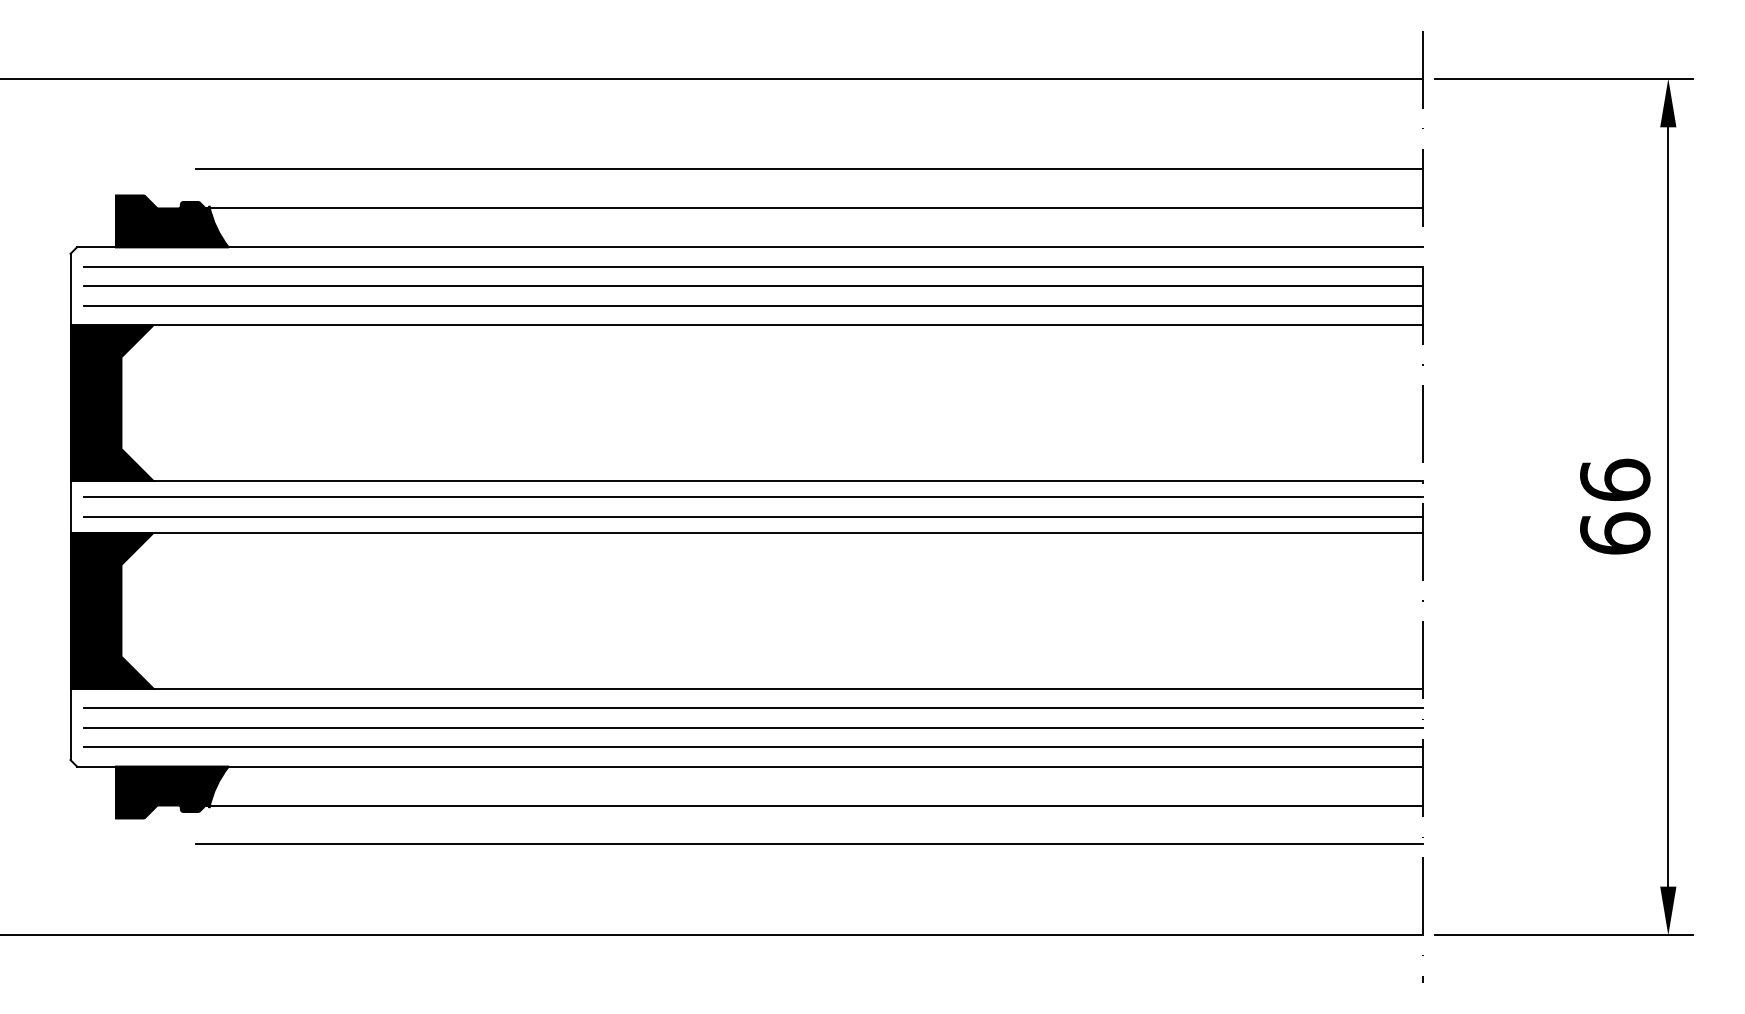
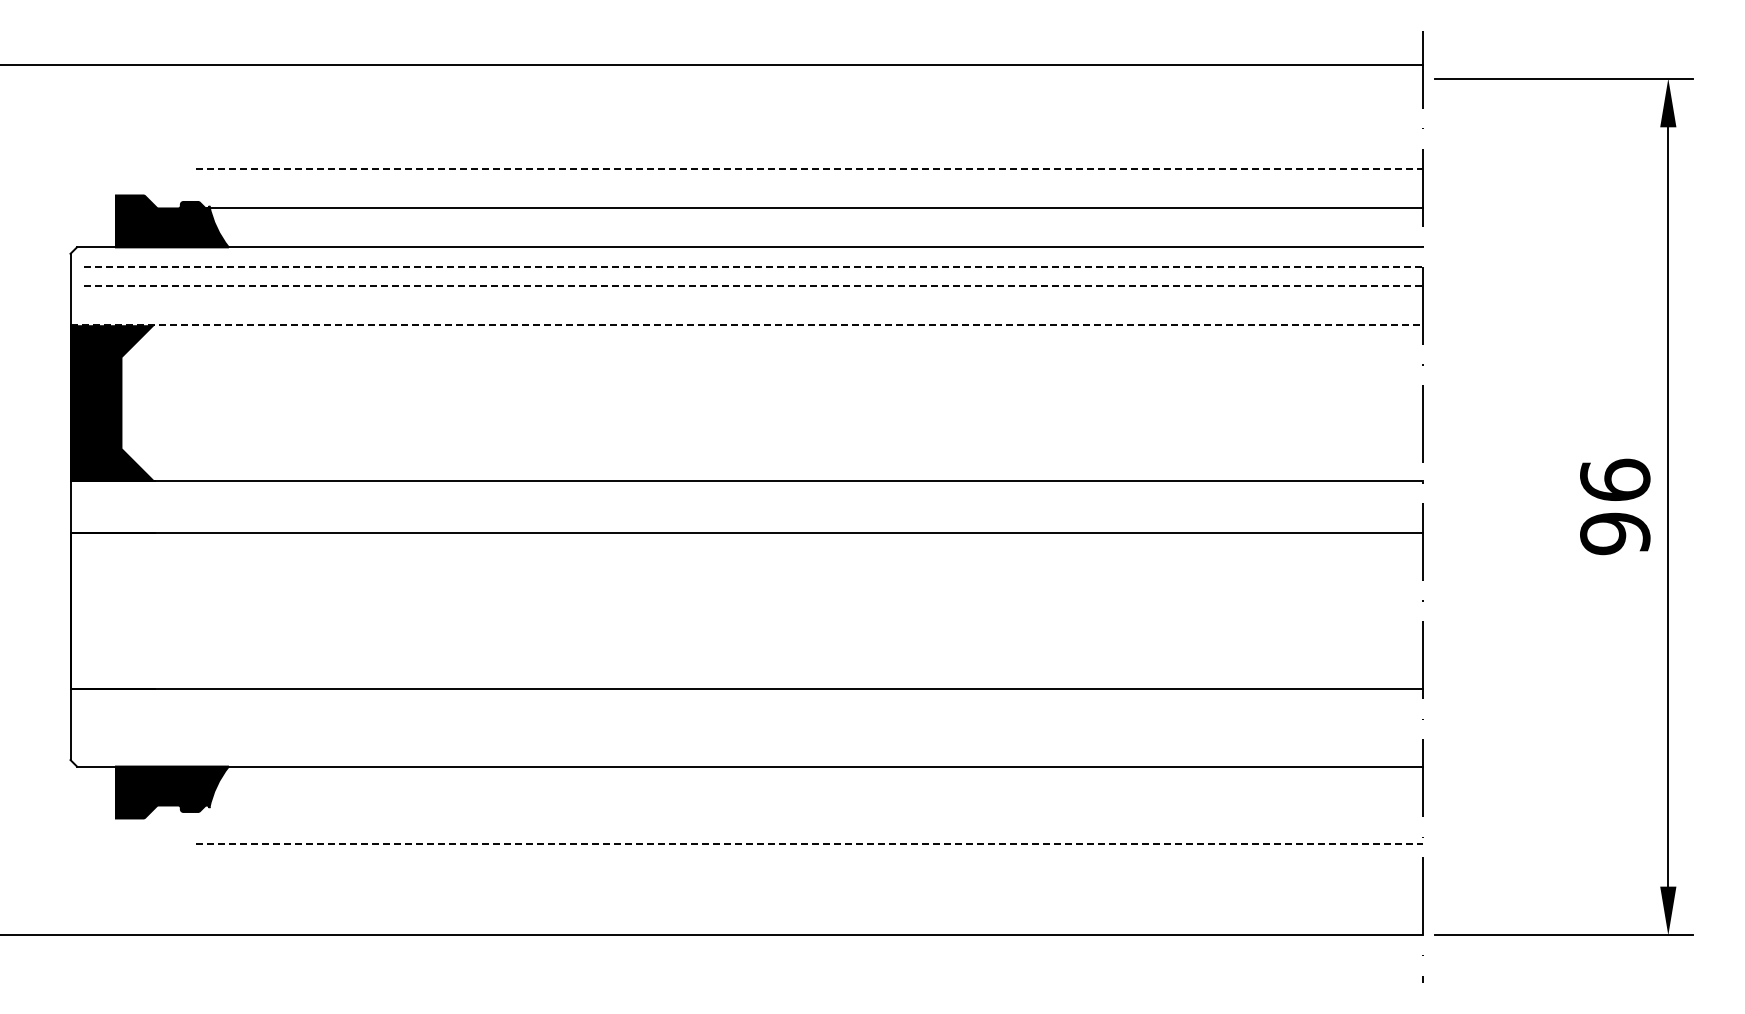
line at (712, 78) position: (712, 78) -> (712, 64)
line at (810, 169): solid -> dashed
line at (753, 266): solid -> dashed
line at (753, 286): solid -> dashed
line at (753, 305): present -> none
line at (747, 325): solid -> dashed
line at (753, 497): present -> none
line at (753, 516): present -> none
text at (1615, 533): 66 -> 96
fill at (112, 610): present -> none
line at (753, 708): present -> none
line at (753, 727): present -> none
line at (753, 747): present -> none
line at (814, 805): present -> none
line at (810, 844): solid -> dashed
